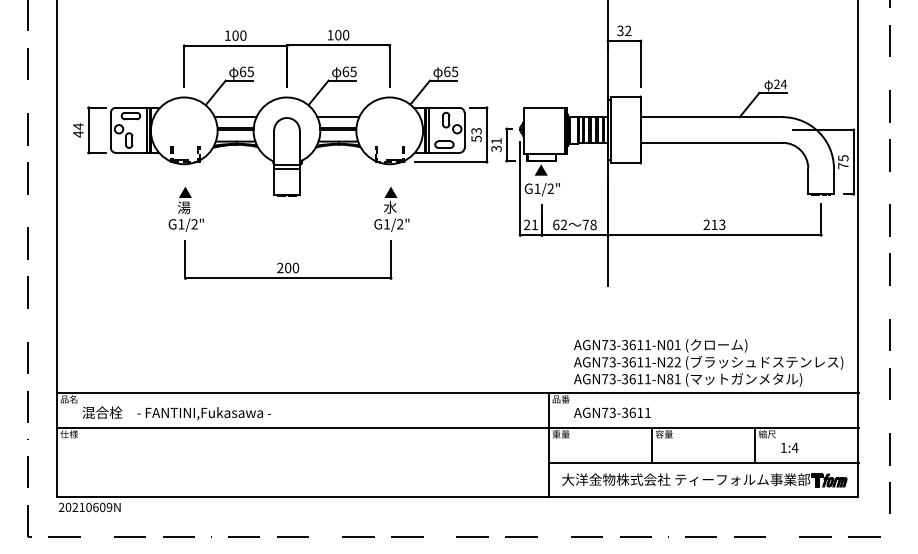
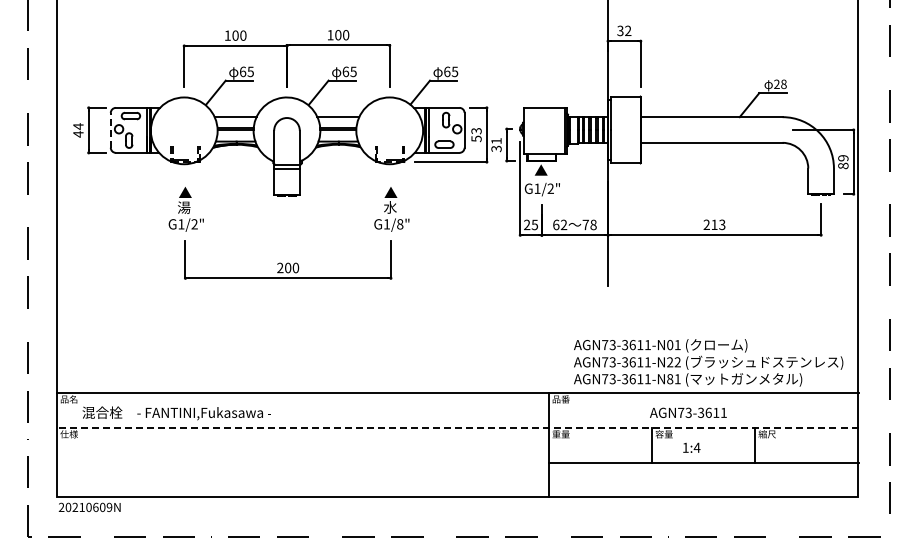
text at (783, 83): 24 -> 28
line at (110, 129): solid -> dashed
text at (843, 162): 75 -> 89
text at (400, 224): G1/2" -> G1/8"
text at (534, 224): 21 -> 25
text at (612, 412) position: (612, 412) -> (688, 412)
line at (457, 427): solid -> dashed
text at (789, 447) position: (789, 447) -> (691, 447)
part at (704, 480): present -> none
